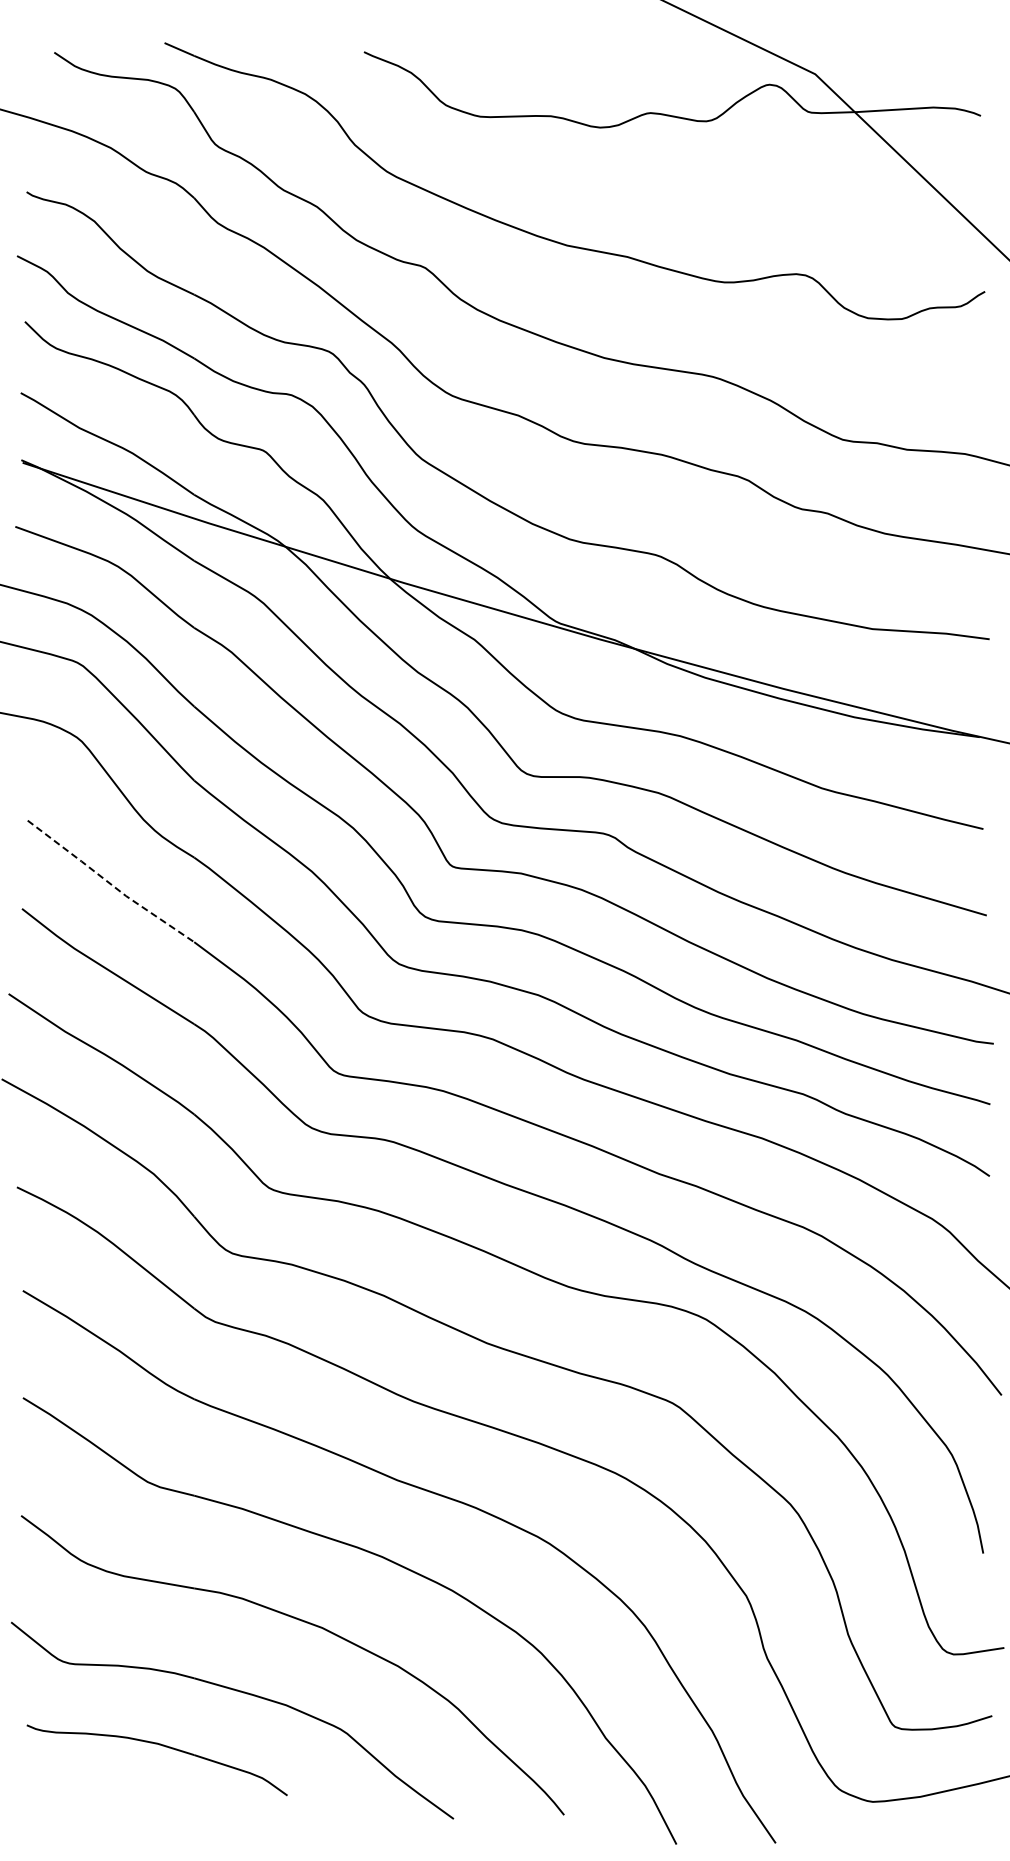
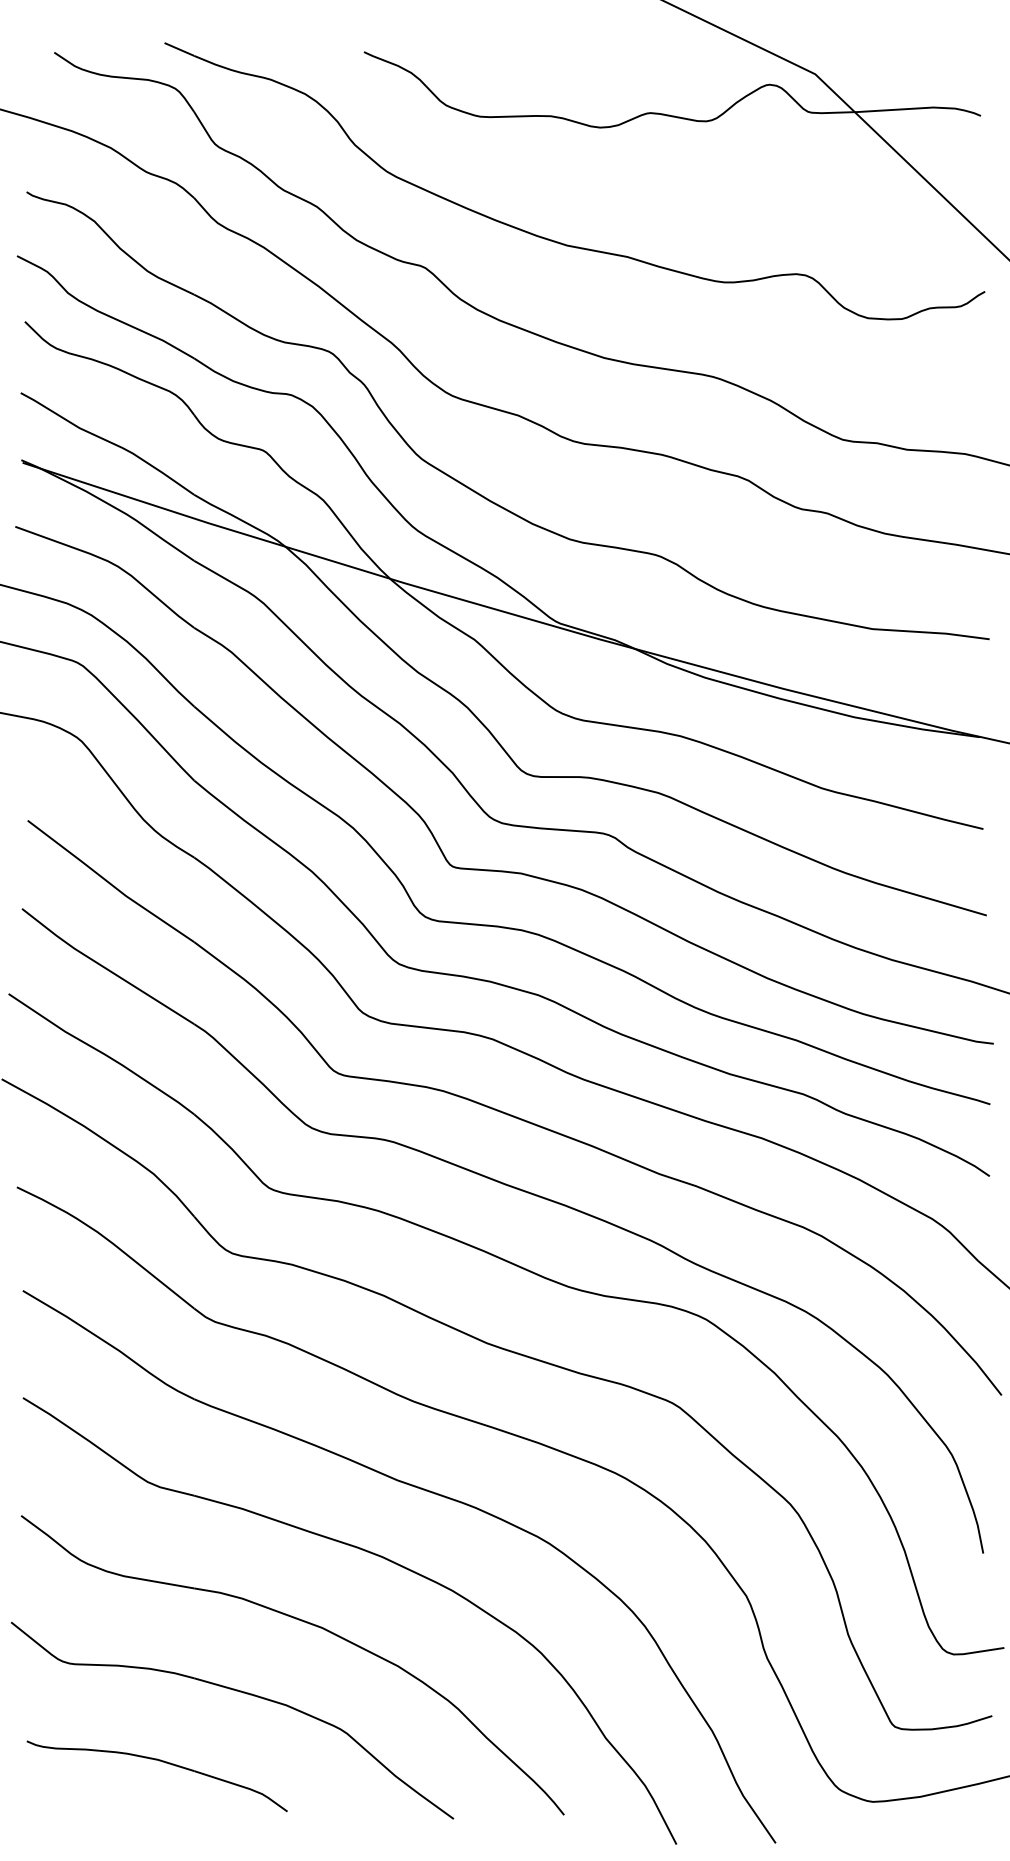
line at (109, 883): dashed -> solid
part at (162, 1746) position: (162, 1746) -> (162, 1762)
